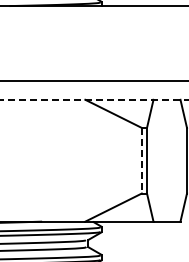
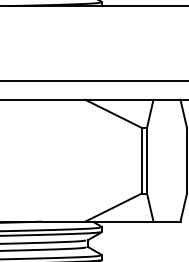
line at (95, 99): dashed -> solid
line at (141, 160): dashed -> solid
